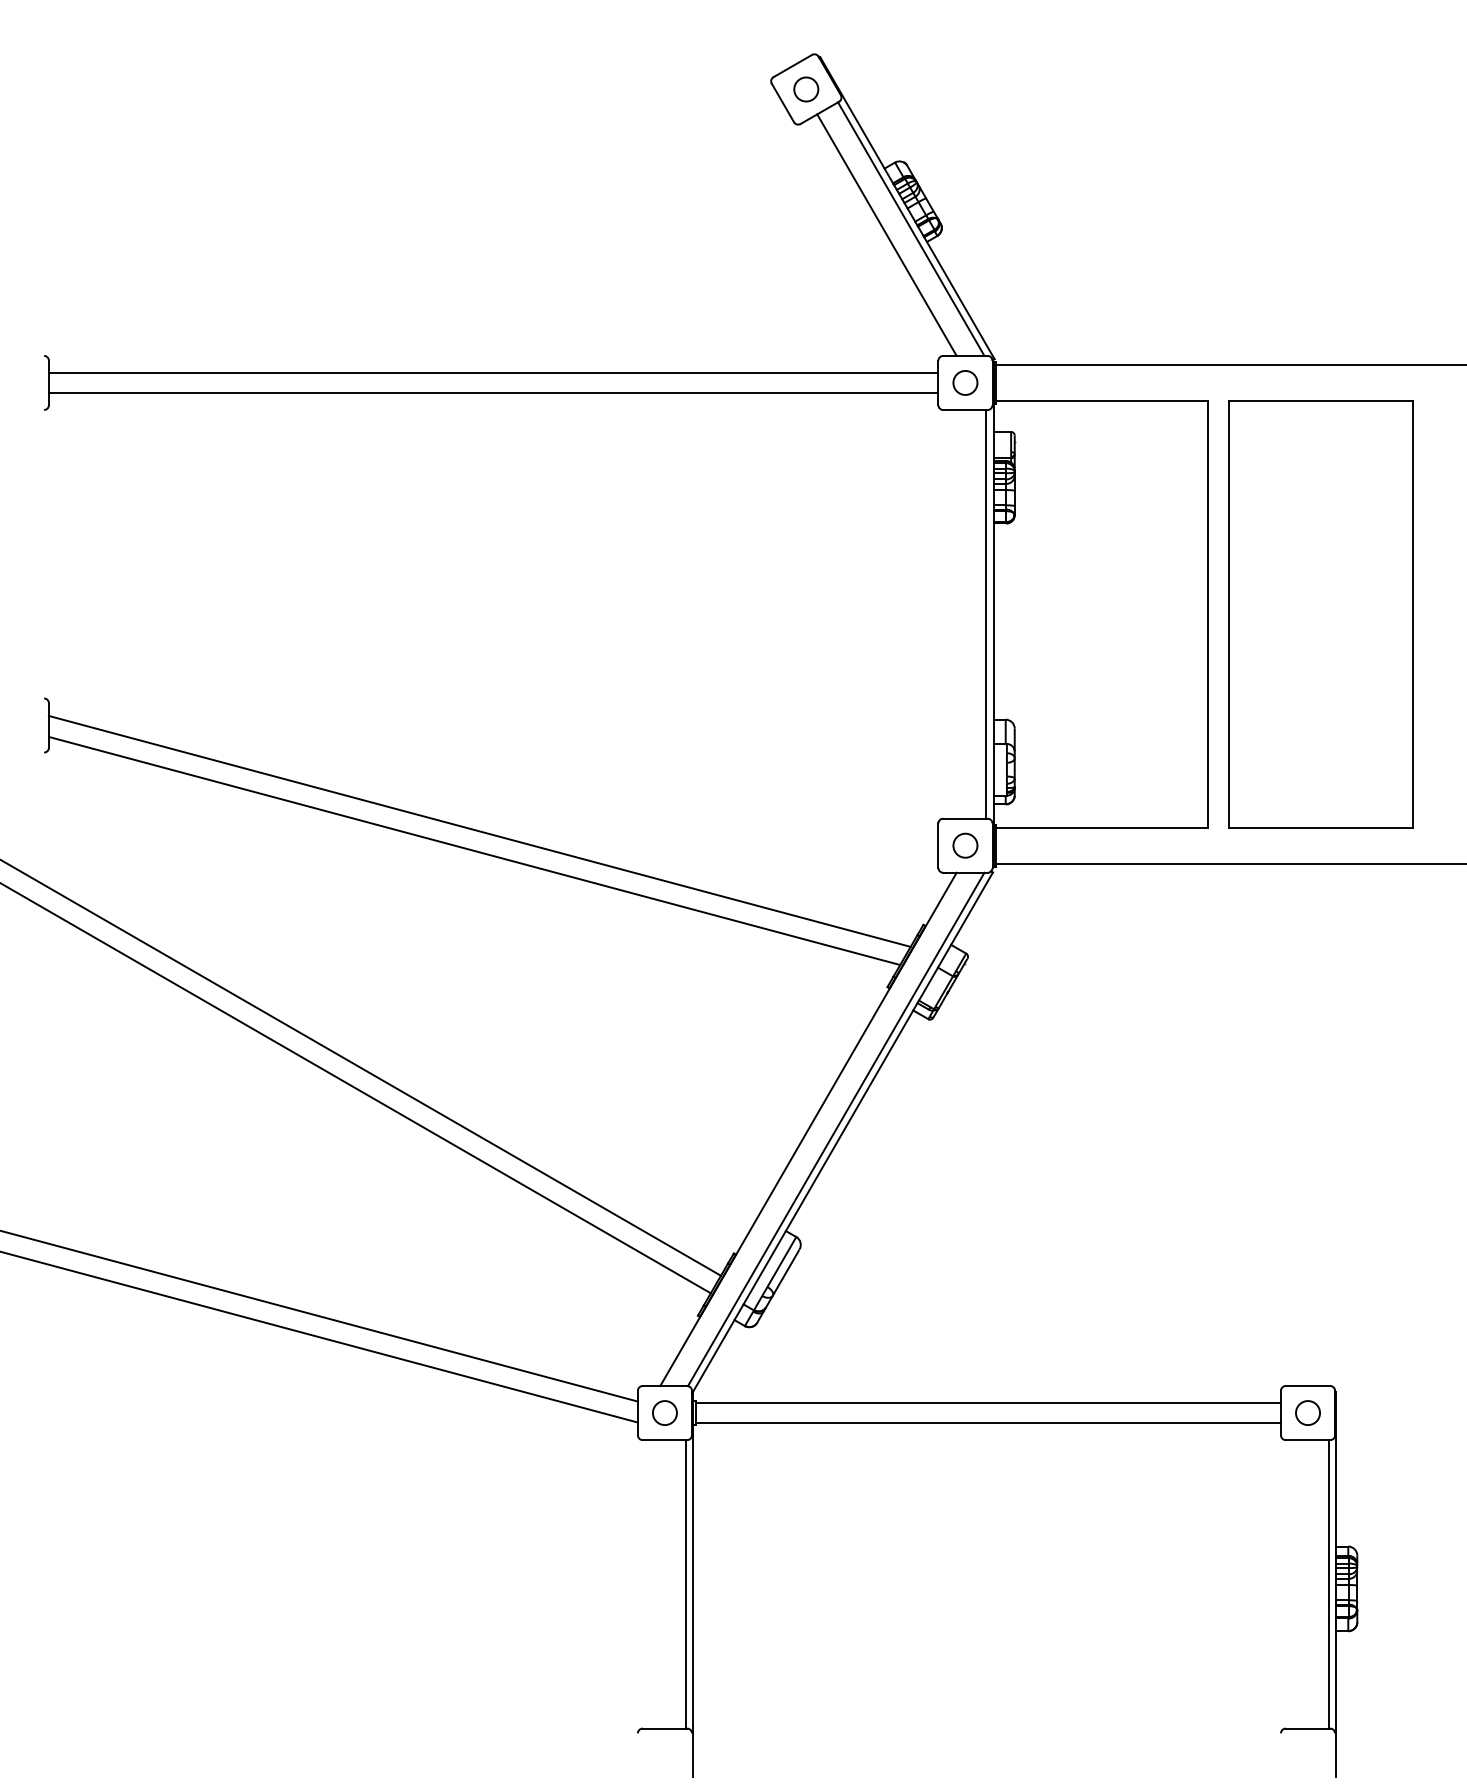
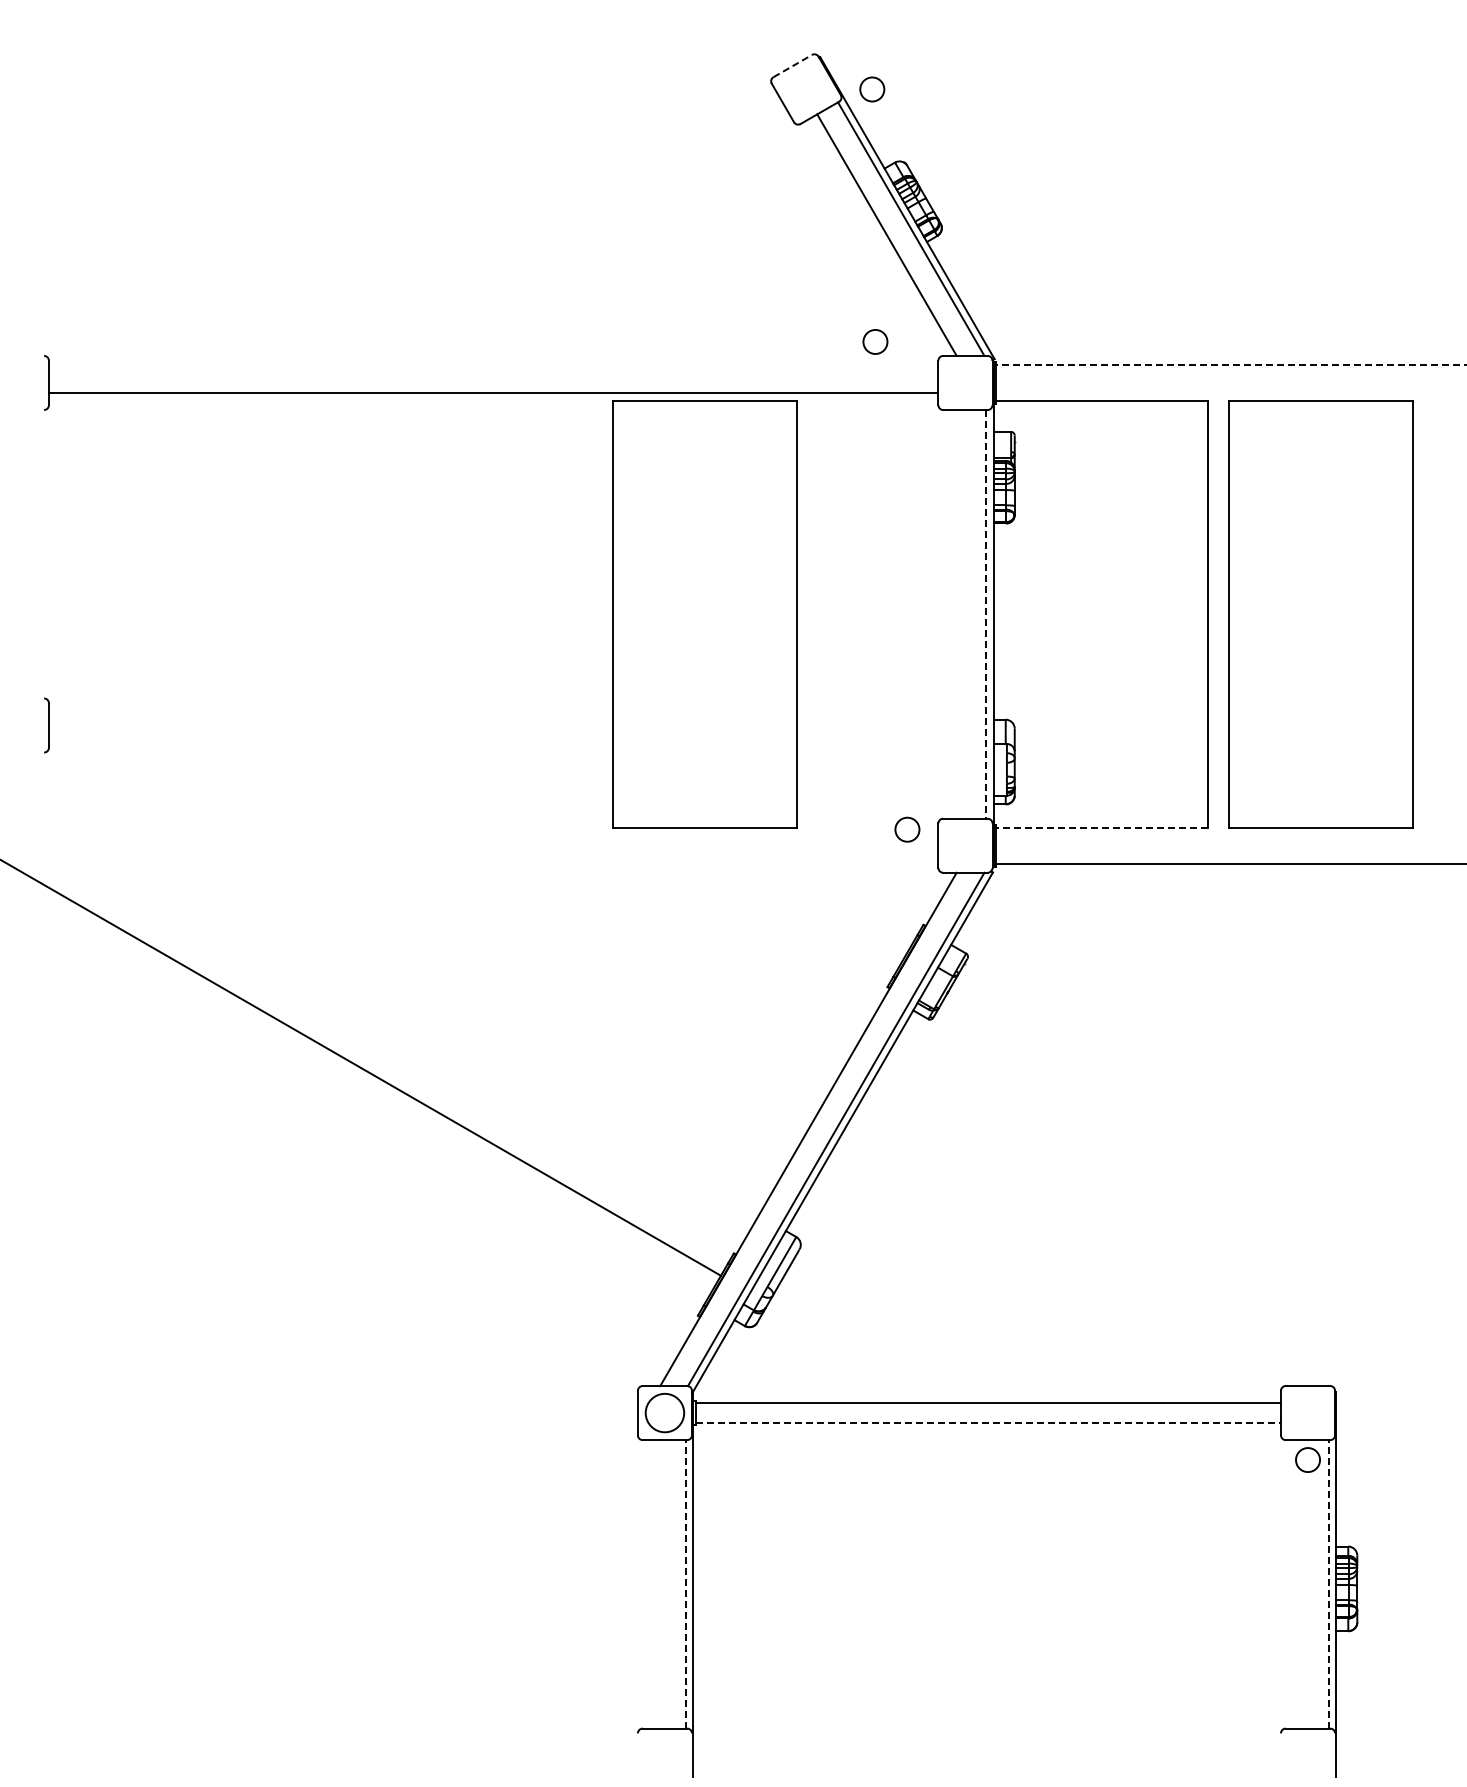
line at (793, 65): solid -> dashed
circle at (806, 89) position: (806, 89) -> (872, 89)
line at (1231, 364): solid -> dashed
line at (493, 372): present -> none
circle at (965, 382) position: (965, 382) -> (875, 341)
part at (704, 614): none -> present
line at (986, 614): solid -> dashed
line at (1101, 827): solid -> dashed
line at (479, 830): present -> none
circle at (965, 845) position: (965, 845) -> (907, 829)
line at (474, 850): present -> none
line at (356, 1088): present -> none
line at (319, 1316): present -> none
line at (319, 1337): present -> none
circle at (1307, 1412) position: (1307, 1412) -> (1307, 1459)
circle at (664, 1413) diameter: 24 px -> 38 px
line at (988, 1423): solid -> dashed
line at (685, 1583): solid -> dashed
line at (1329, 1583): solid -> dashed
